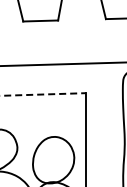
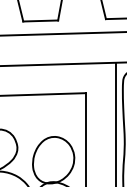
line at (62, 33): none -> present
line at (43, 94): dashed -> solid
line at (116, 122): none -> present
